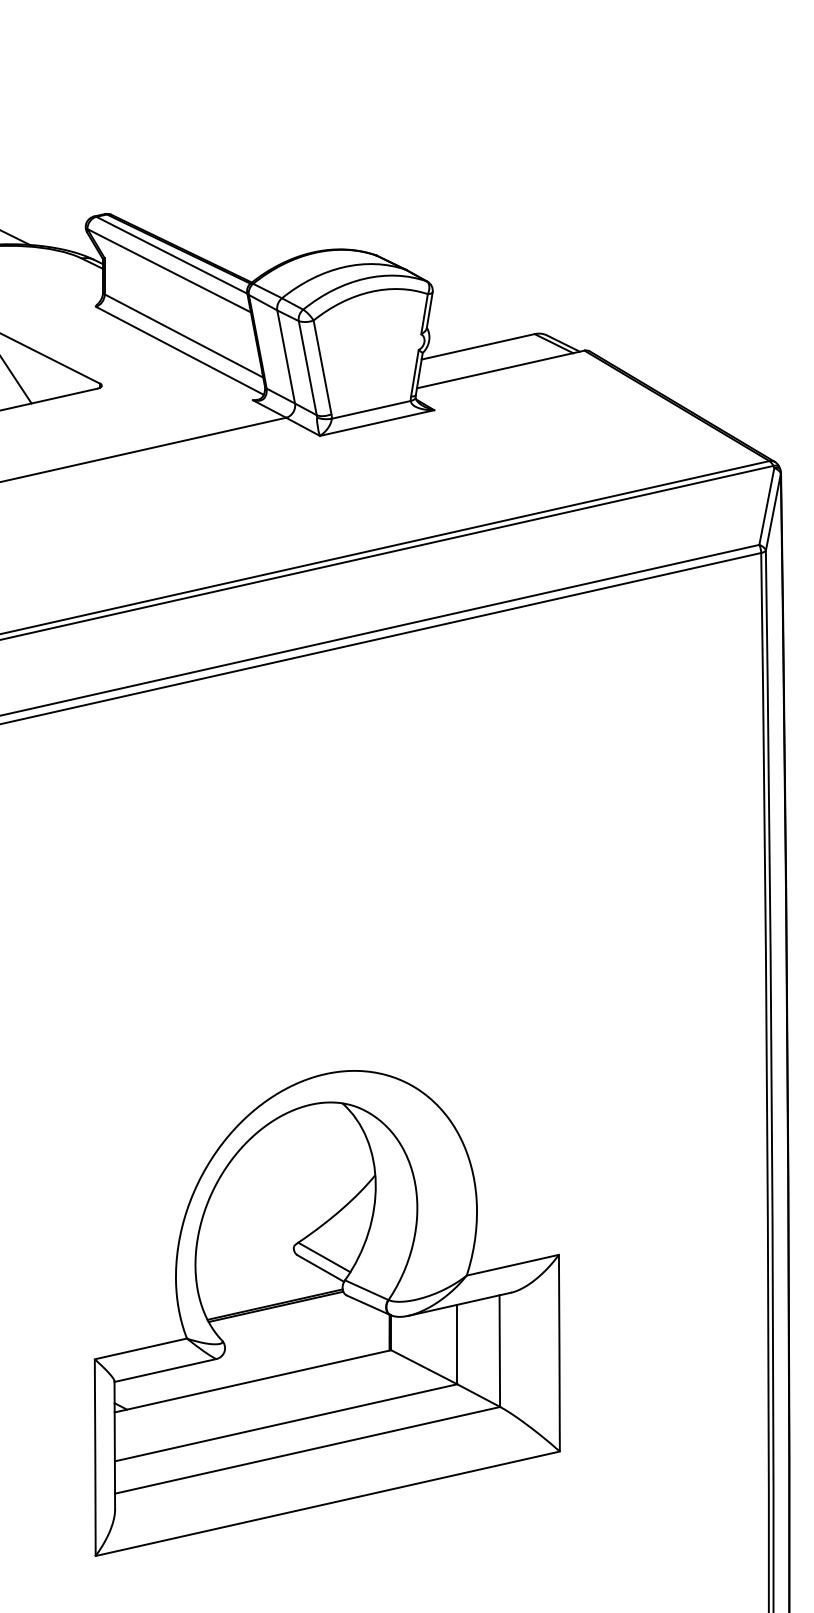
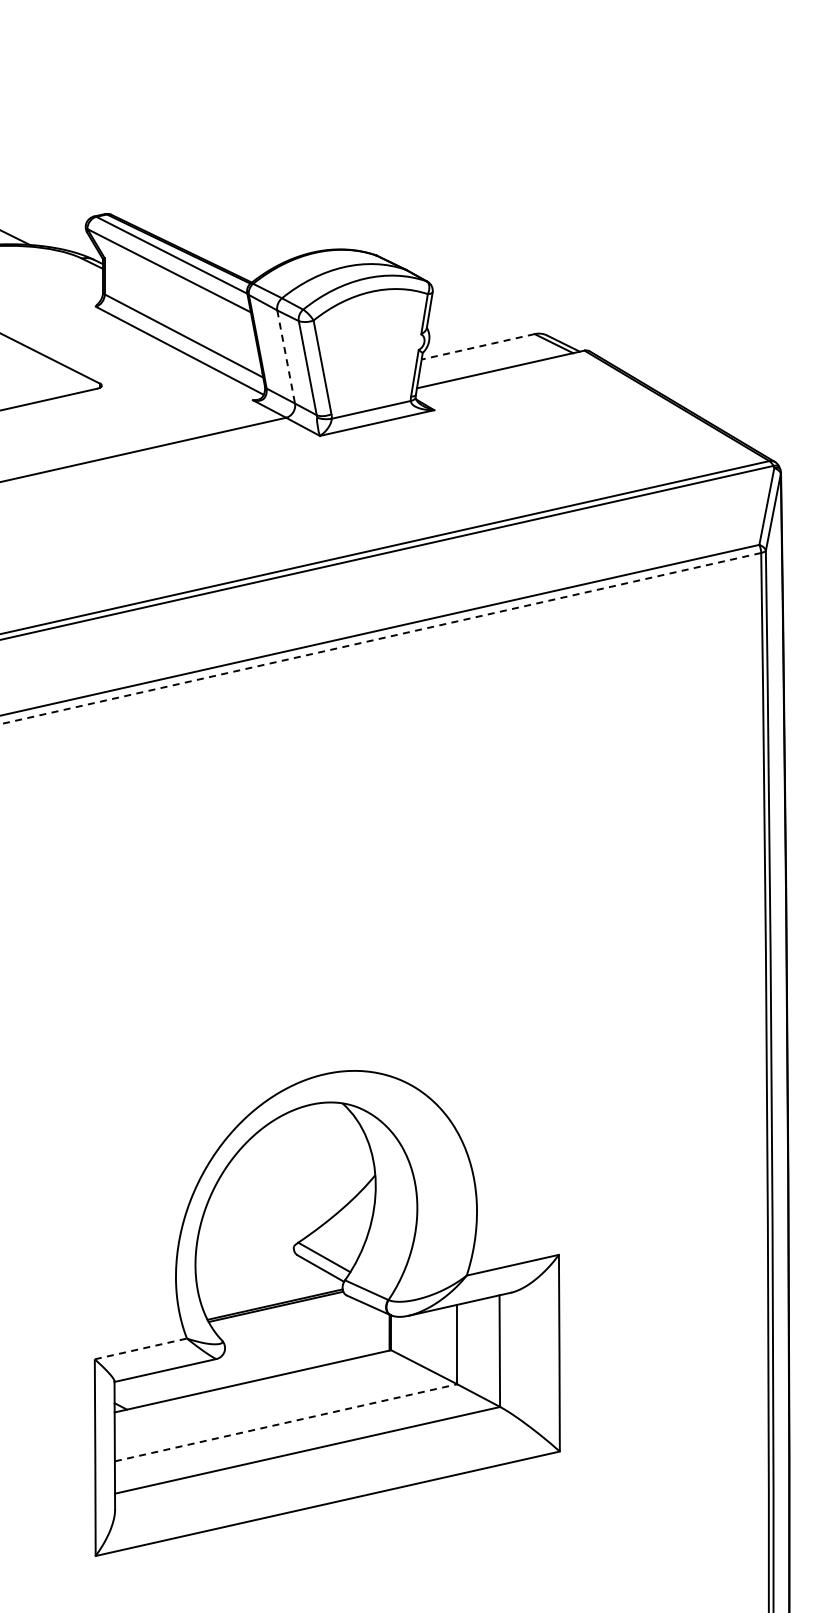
line at (478, 346): solid -> dashed
line at (286, 357): solid -> dashed
line at (16, 380): present -> none
line at (381, 638): solid -> dashed
line at (141, 1348): solid -> dashed
line at (286, 1422): solid -> dashed
